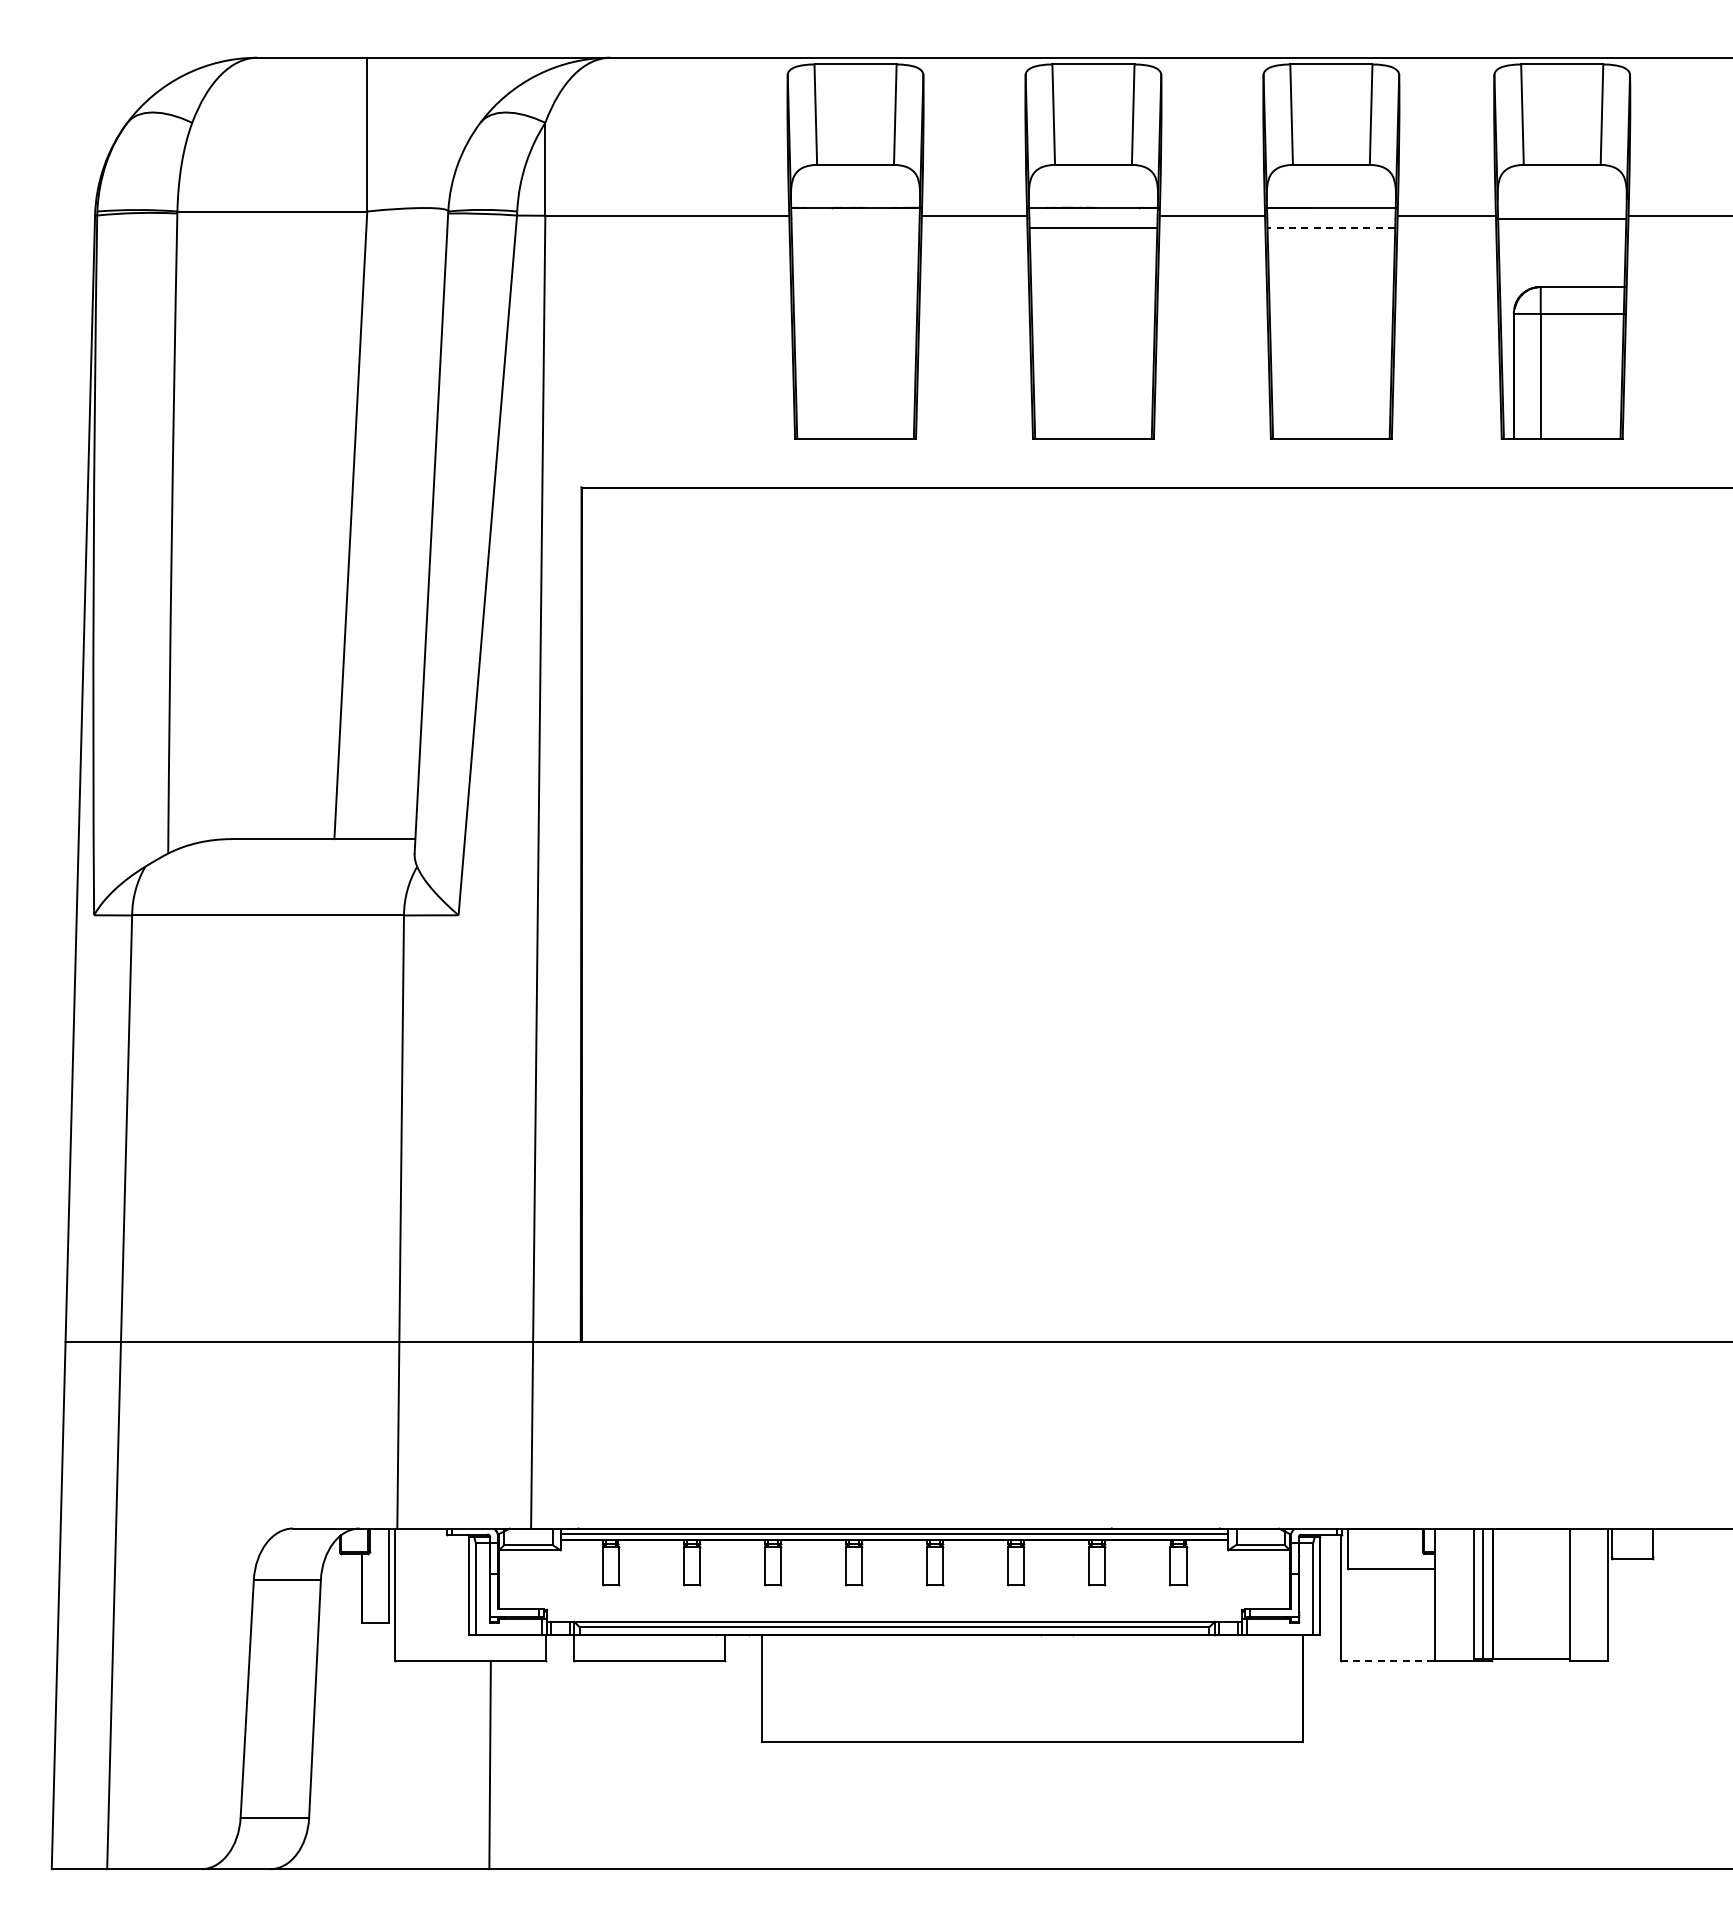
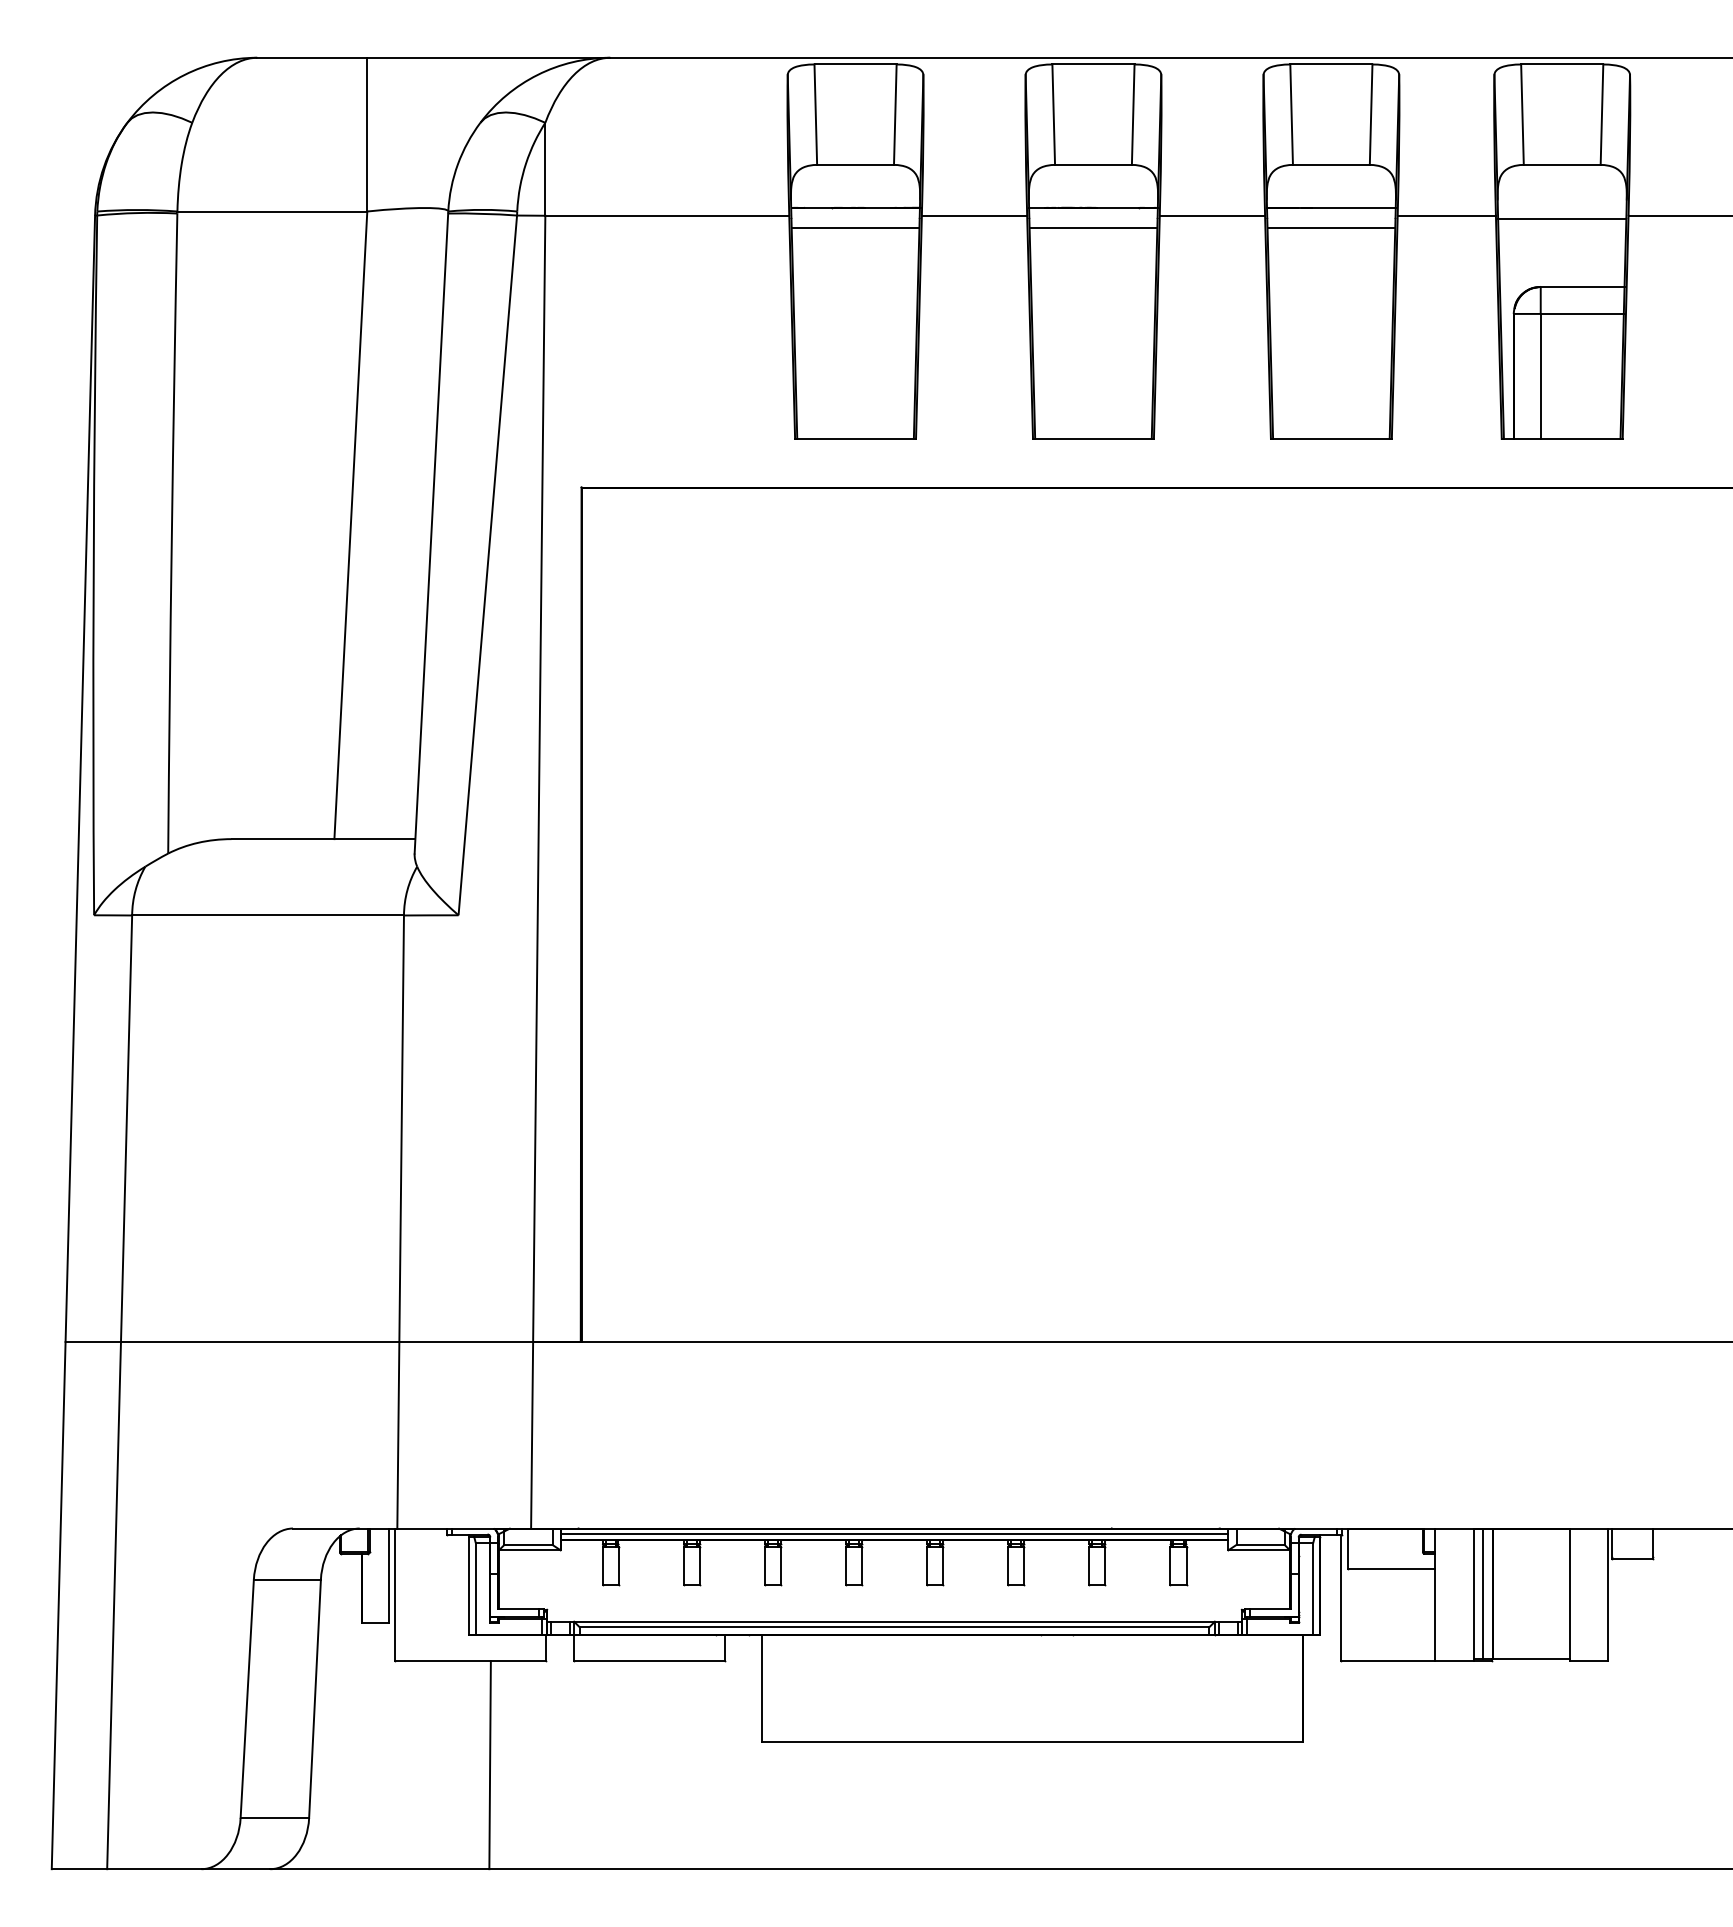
line at (855, 228): none -> present
line at (1331, 228): dashed -> solid
line at (1388, 1661): dashed -> solid
